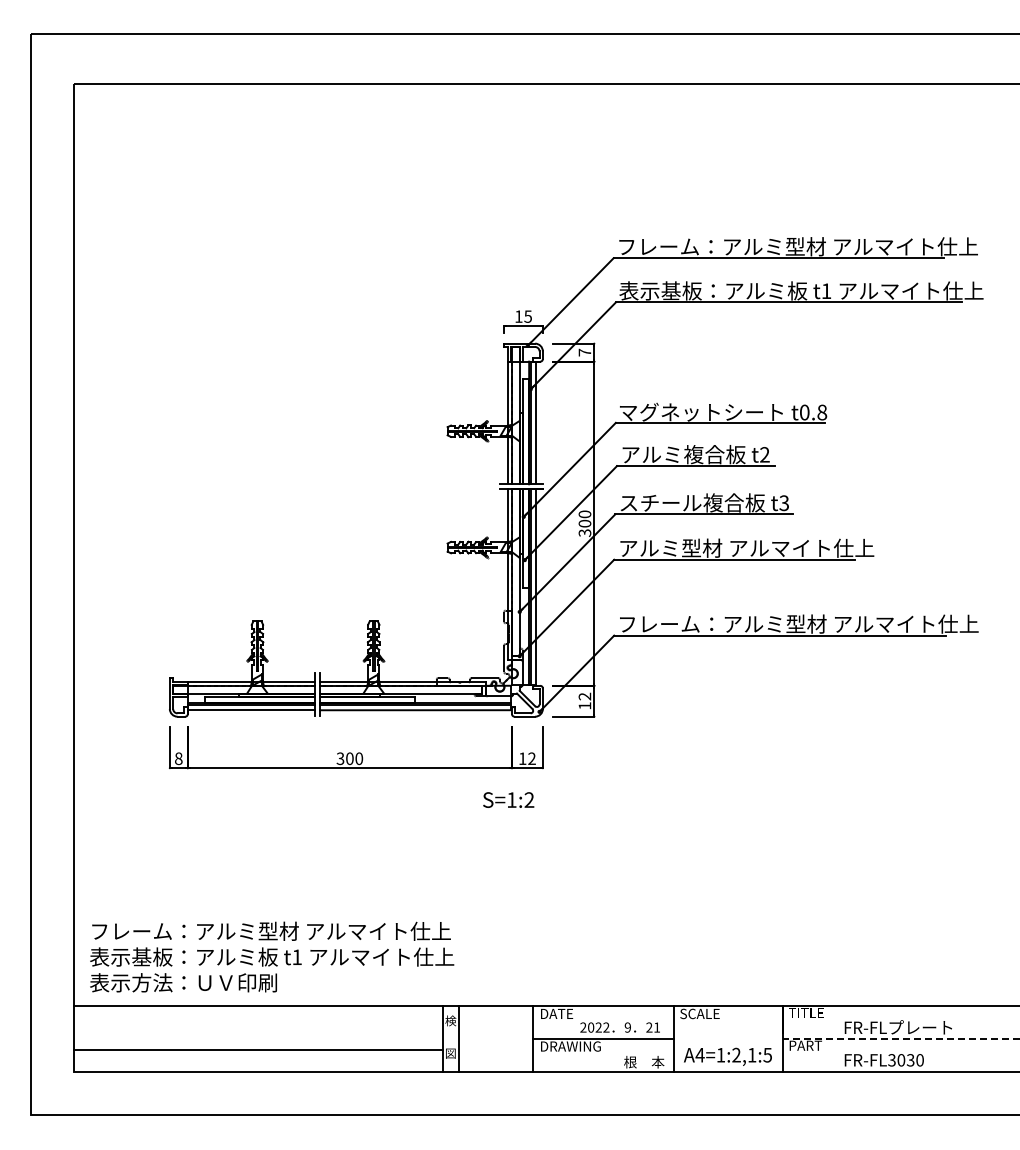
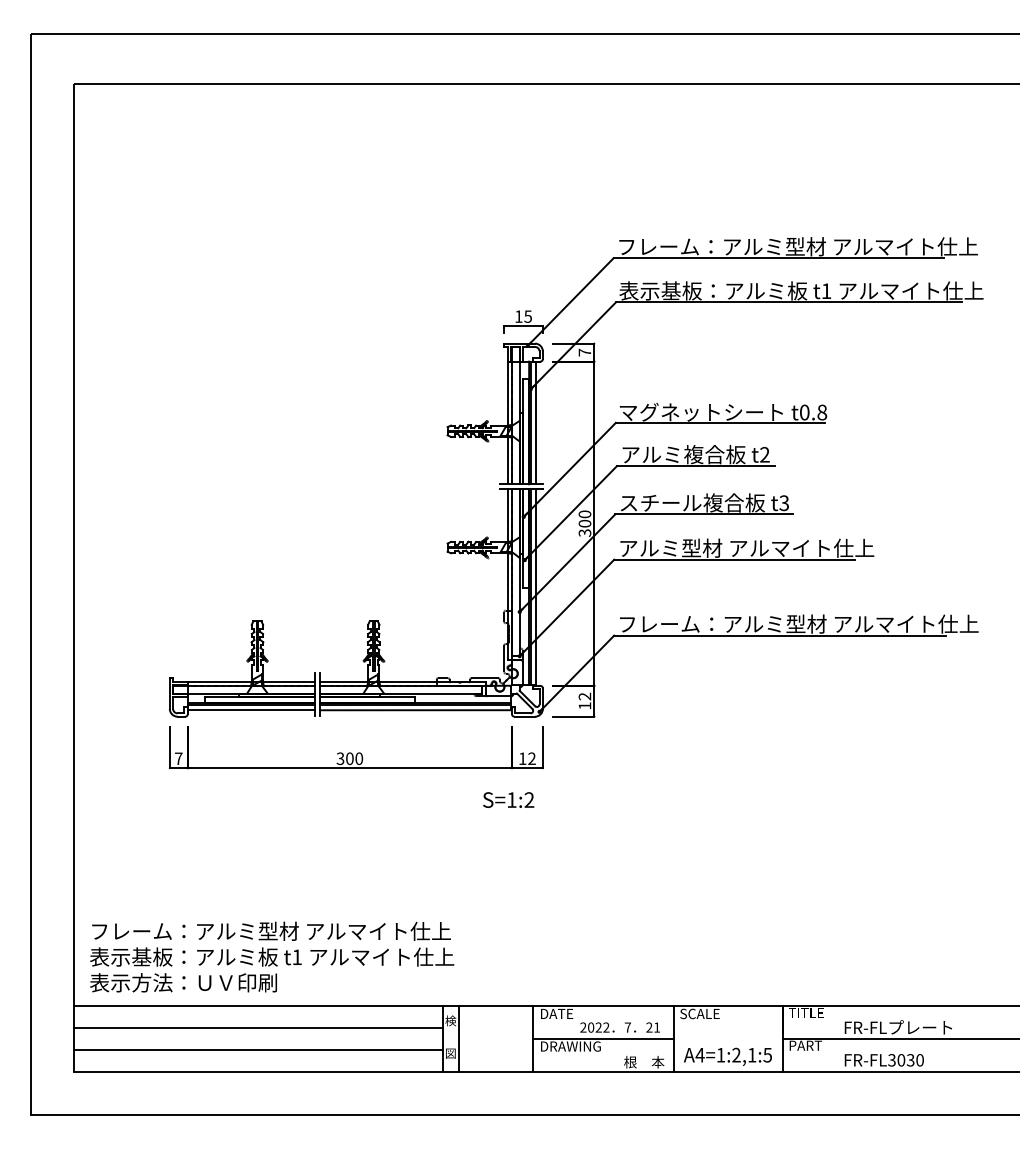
text at (178, 758): 8 -> 7
text at (627, 1027): 9 -> 7
line at (258, 1028): none -> present
line at (901, 1038): dashed -> solid
